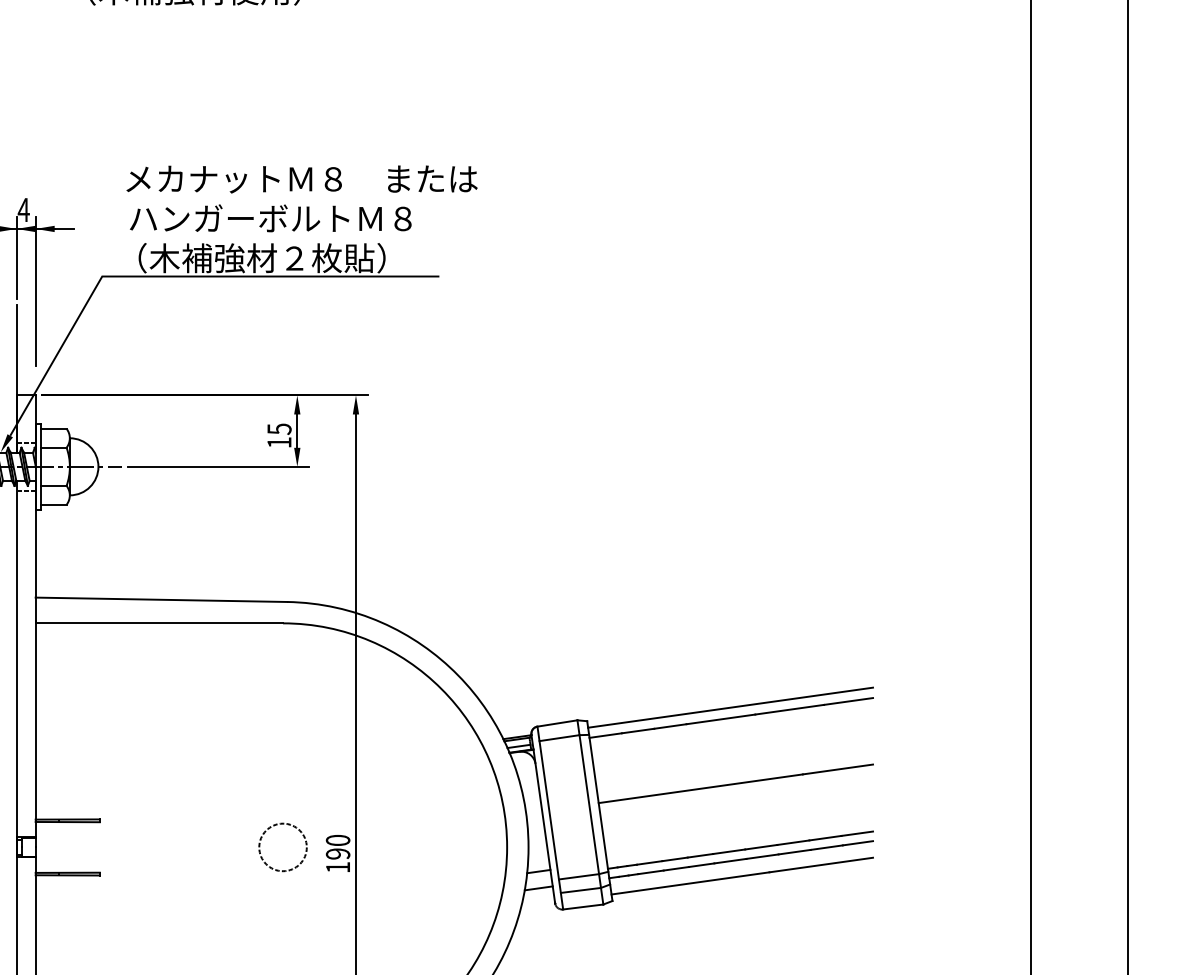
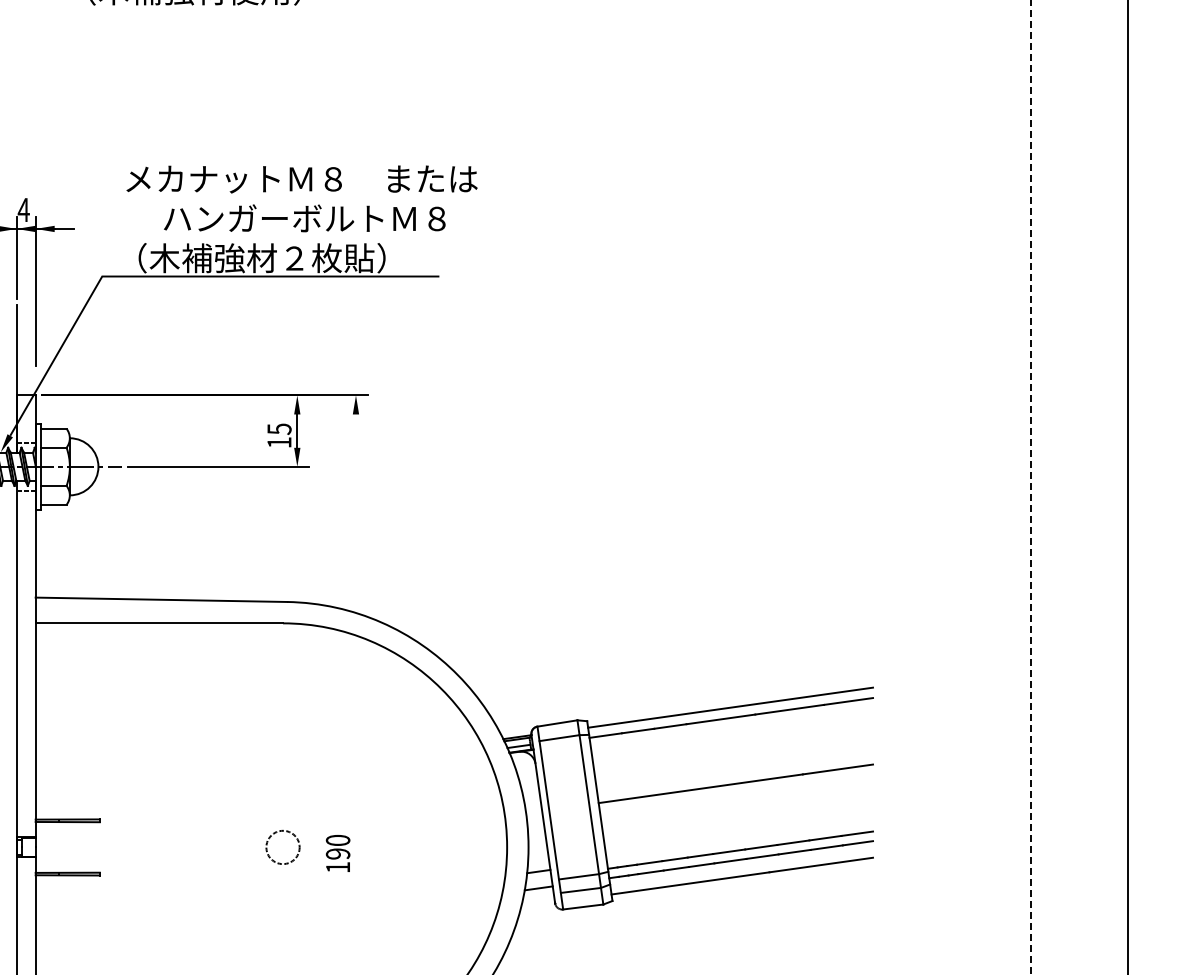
text at (270, 218) position: (270, 218) -> (304, 218)
line at (1030, 487): solid -> dashed
line at (355, 692): present -> none
circle at (282, 847) size: 50x51 px -> 36x36 px
